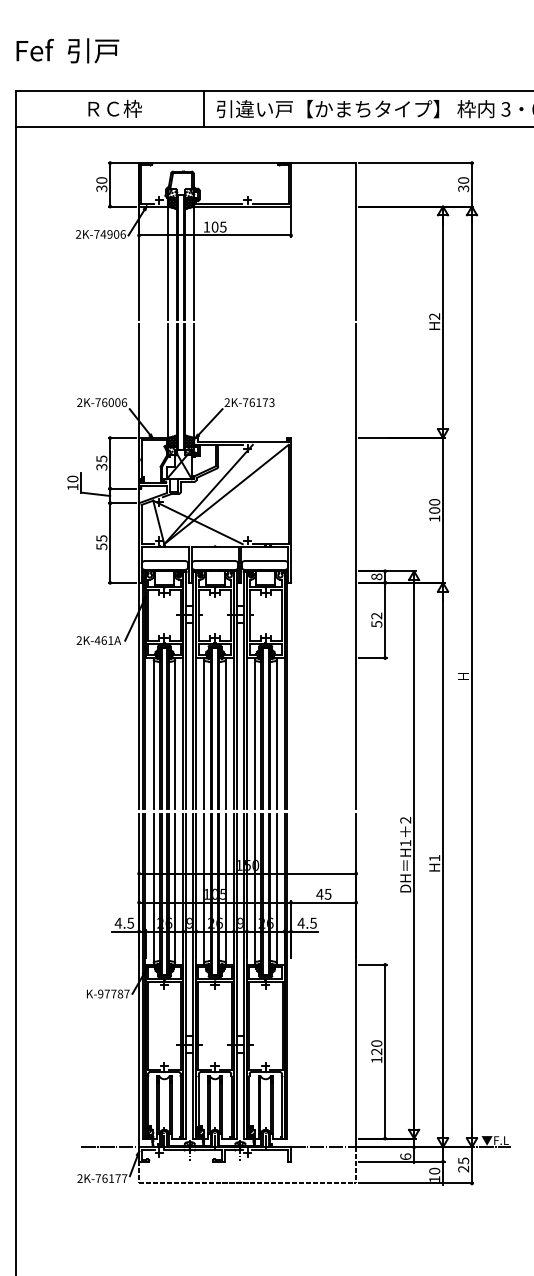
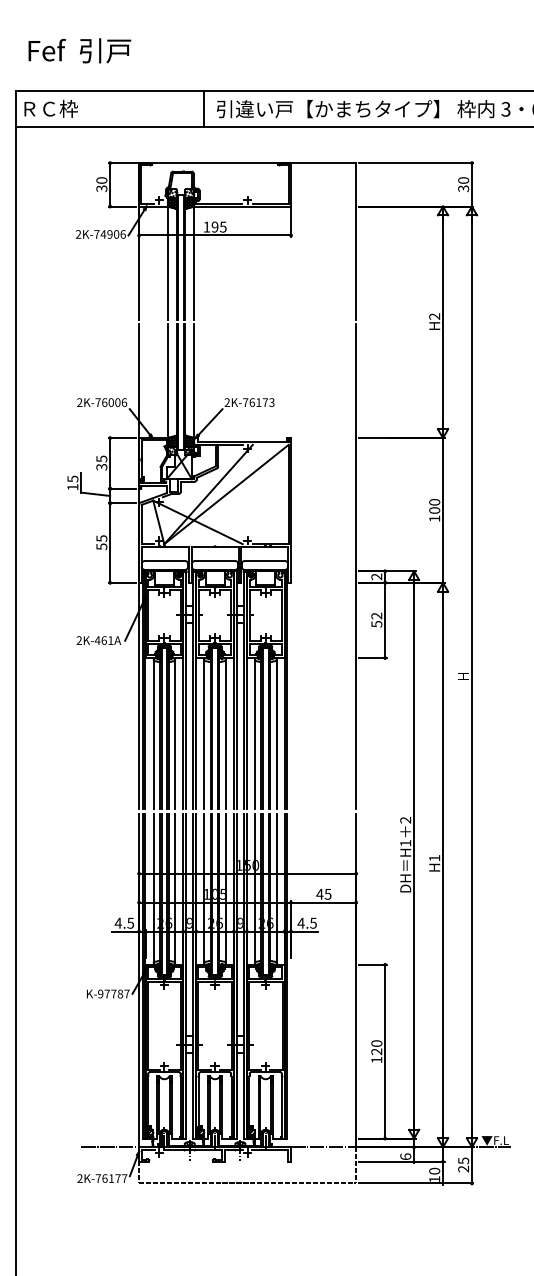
text at (67, 50) position: (67, 50) -> (79, 50)
text at (114, 108) position: (114, 108) -> (50, 108)
text at (214, 226): 105 -> 195
text at (72, 478): 10 -> 15
text at (376, 576): 8 -> 2
